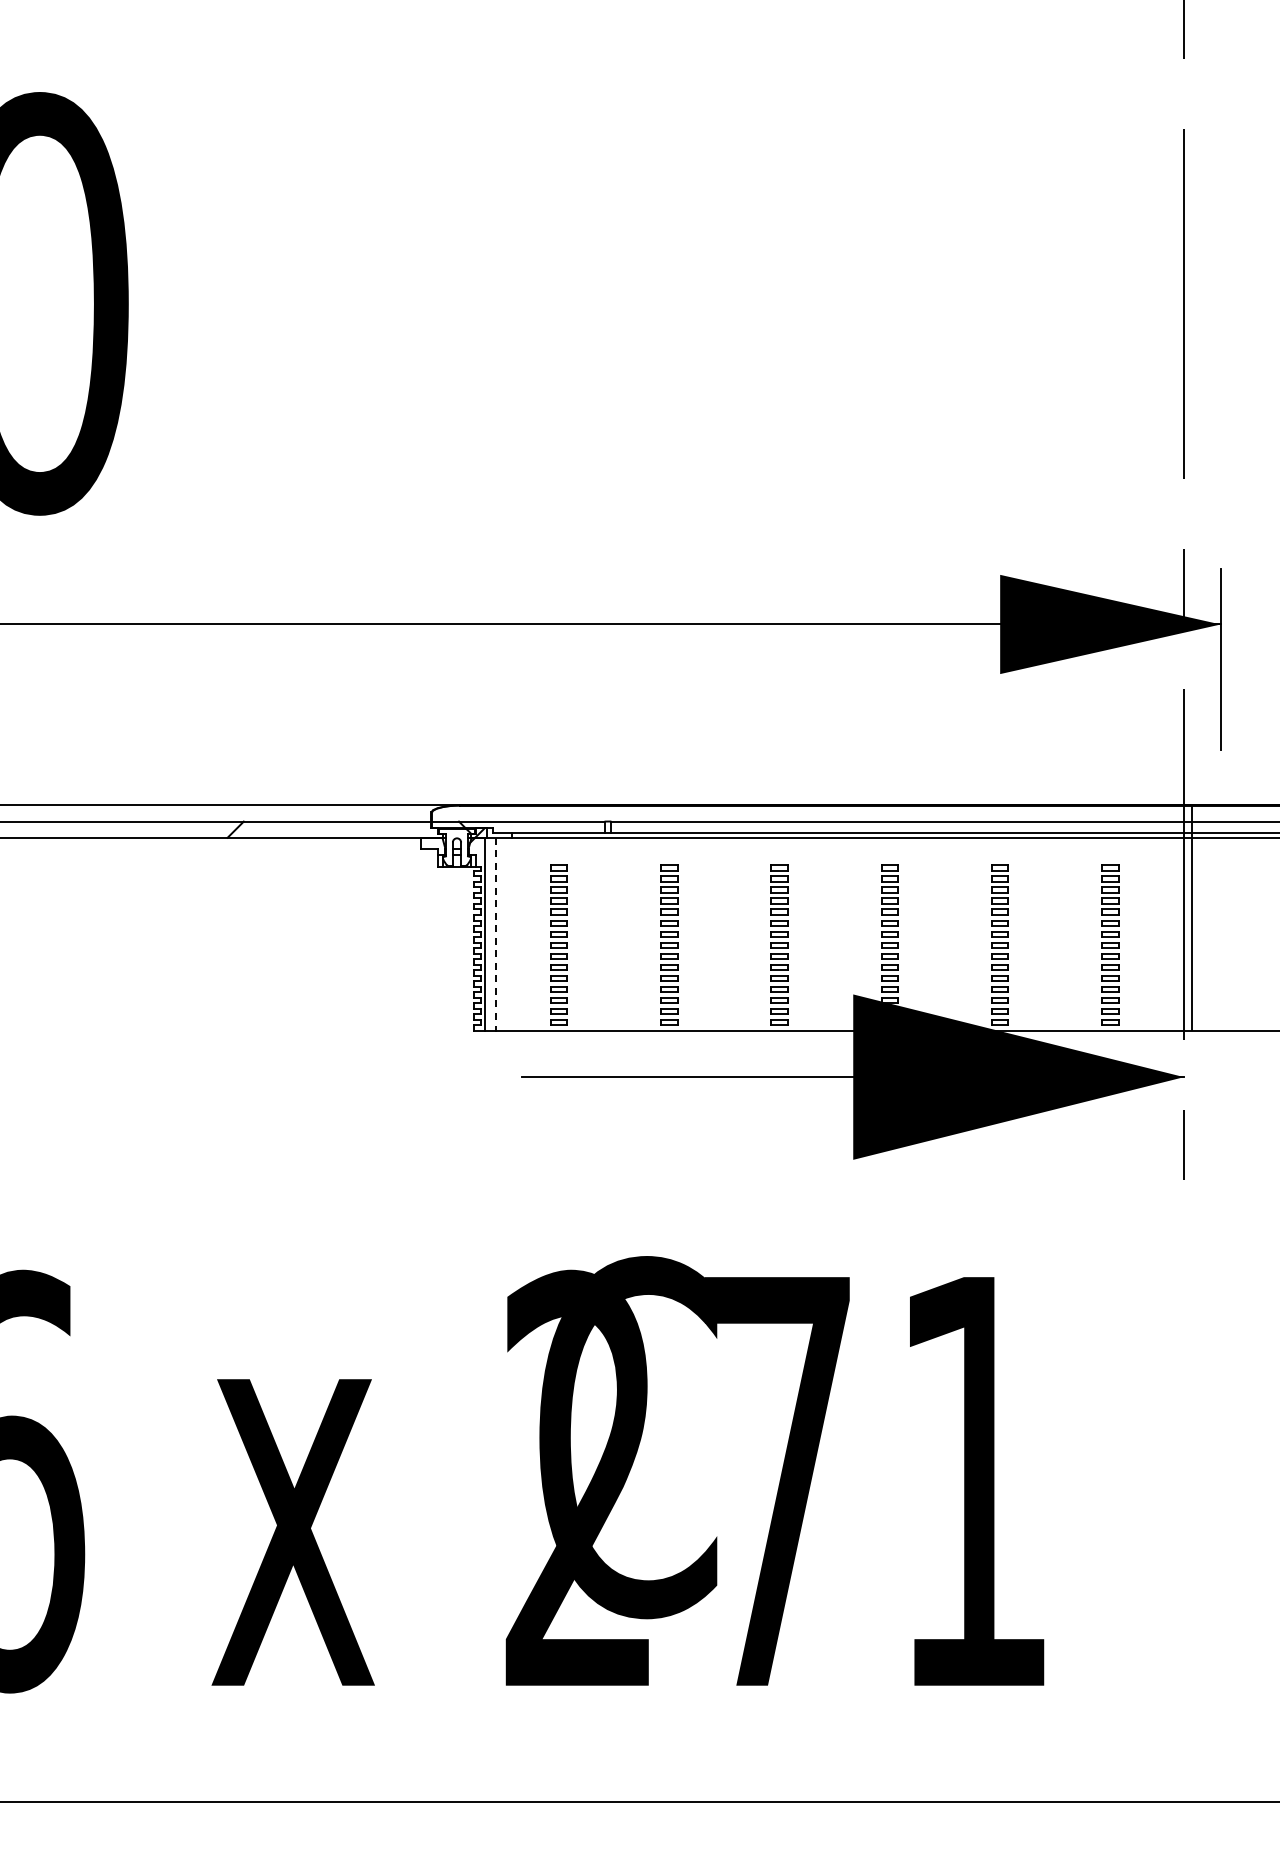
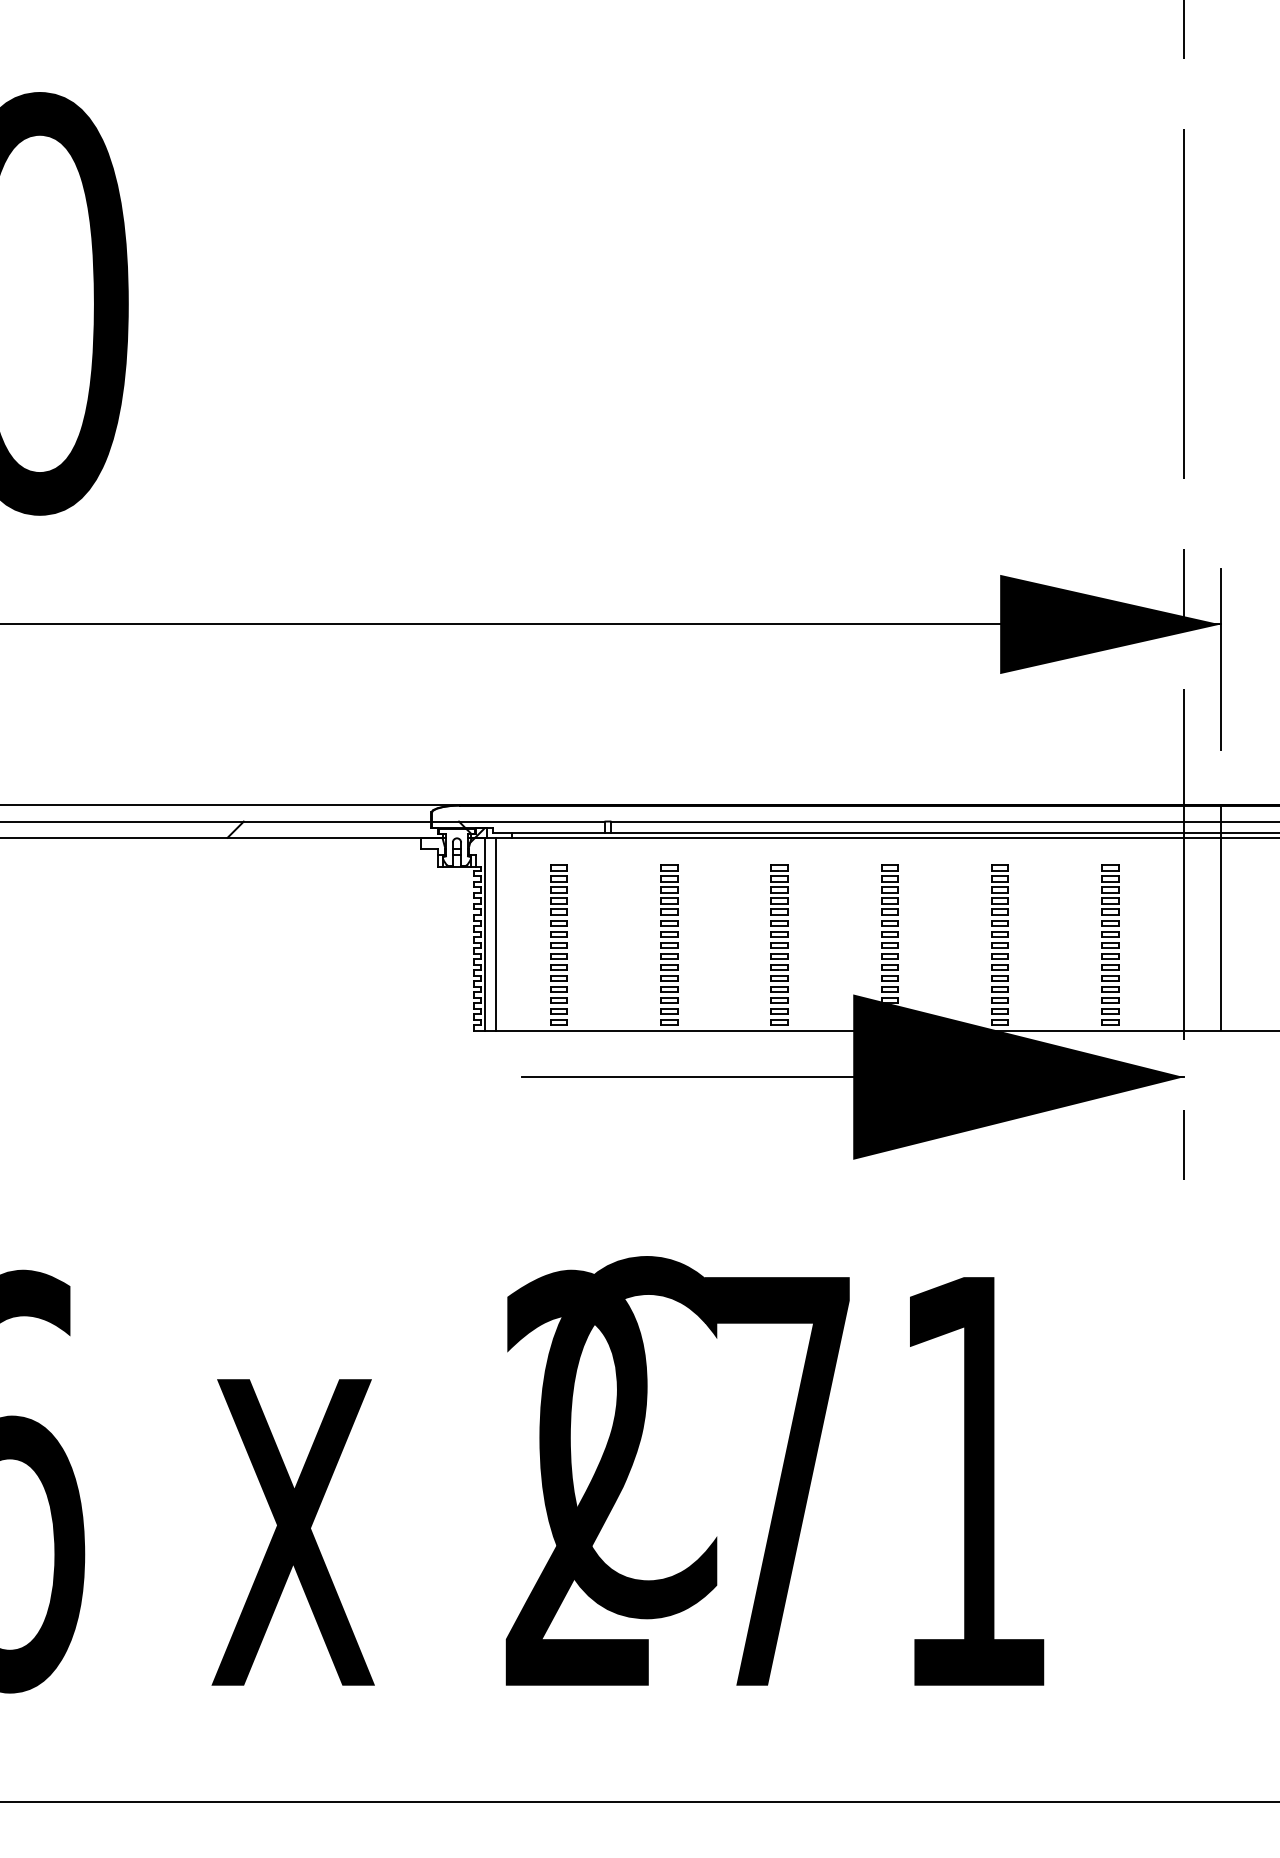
line at (1191, 917) position: (1191, 917) -> (1220, 917)
line at (495, 934): dashed -> solid
